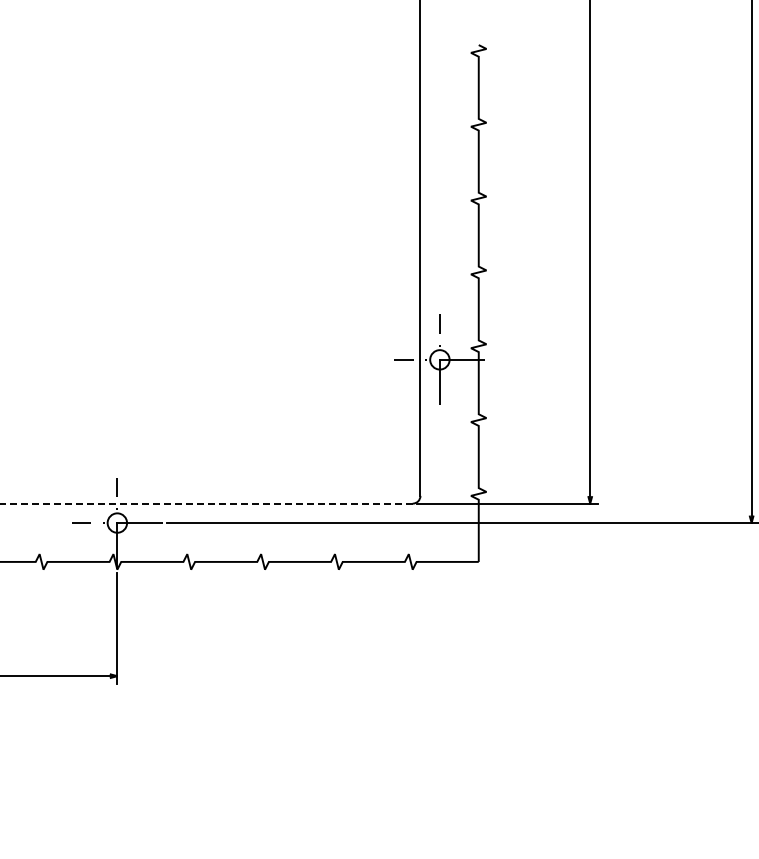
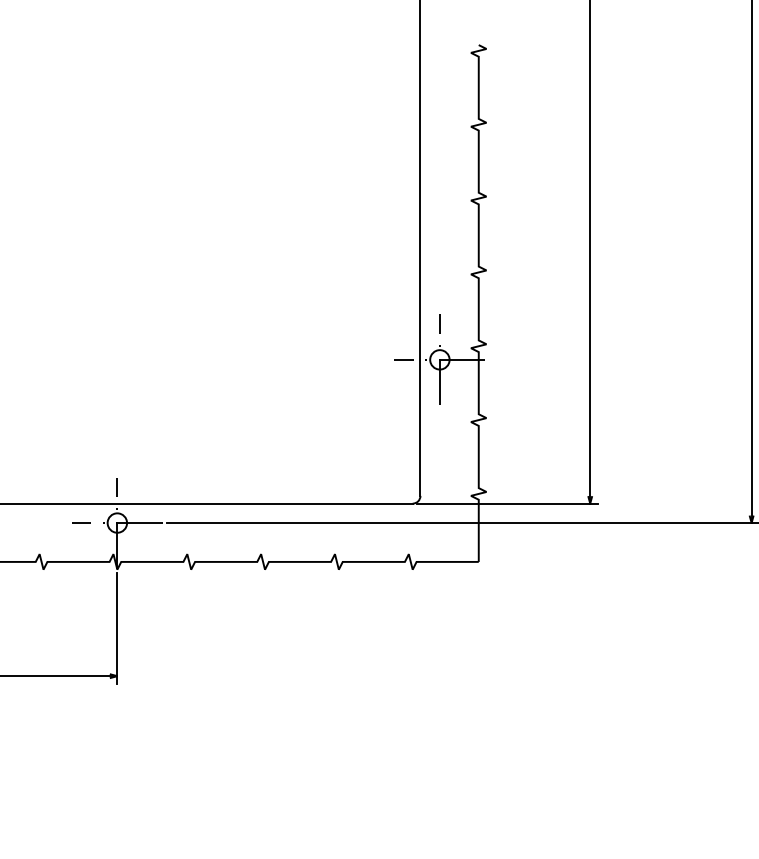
line at (206, 503): dashed -> solid
